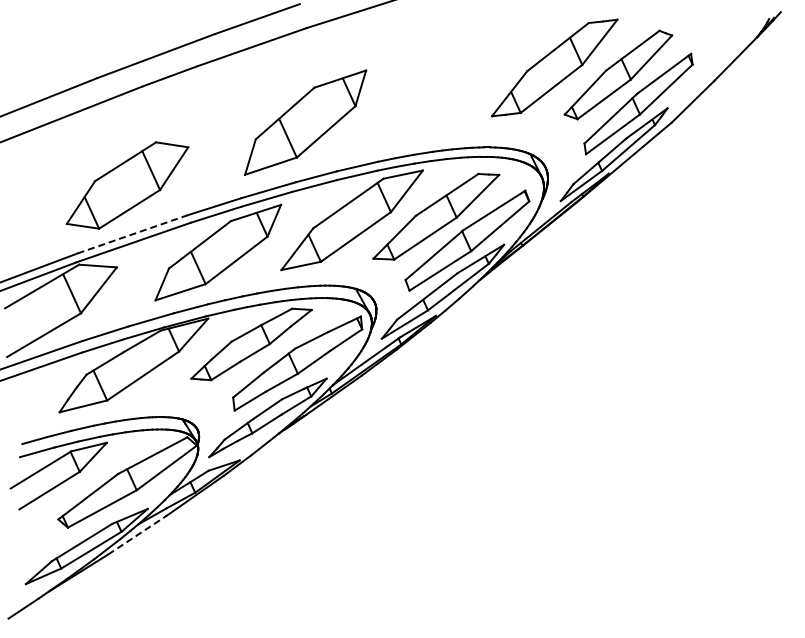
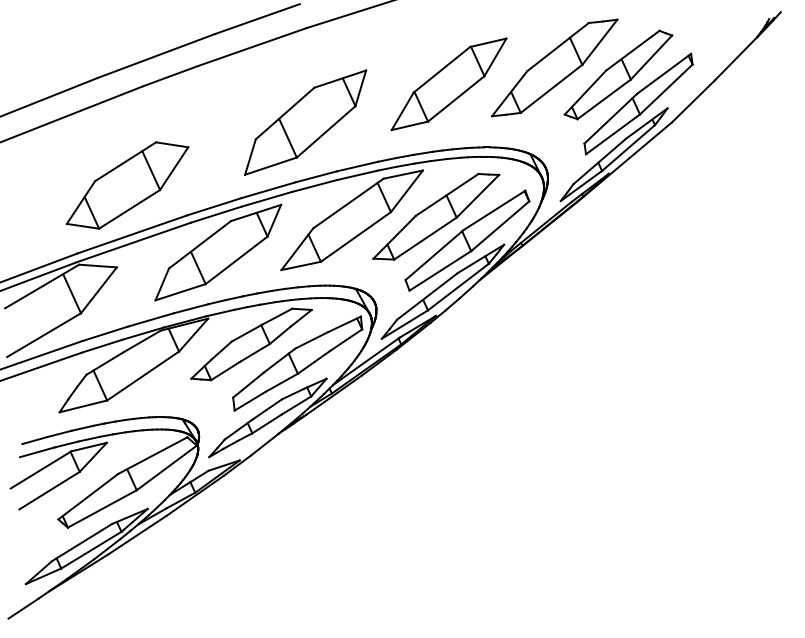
part at (448, 84): none -> present
line at (132, 234): dashed -> solid
line at (137, 535): dashed -> solid
